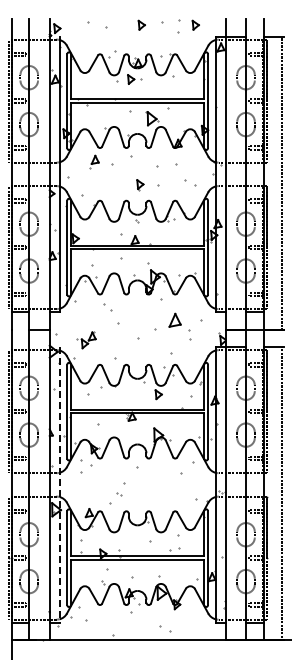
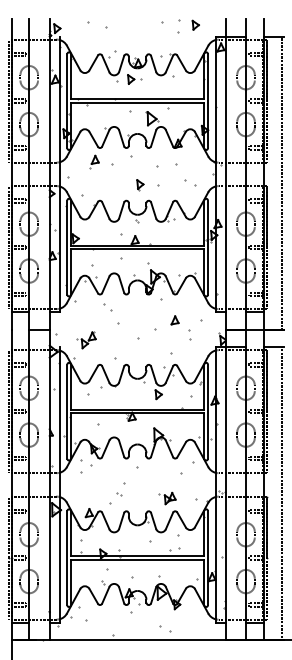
part at (141, 24): present -> none
part at (174, 319) size: 14x16 px -> 10x11 px
line at (59, 484): dashed -> solid
part at (167, 498): none -> present
